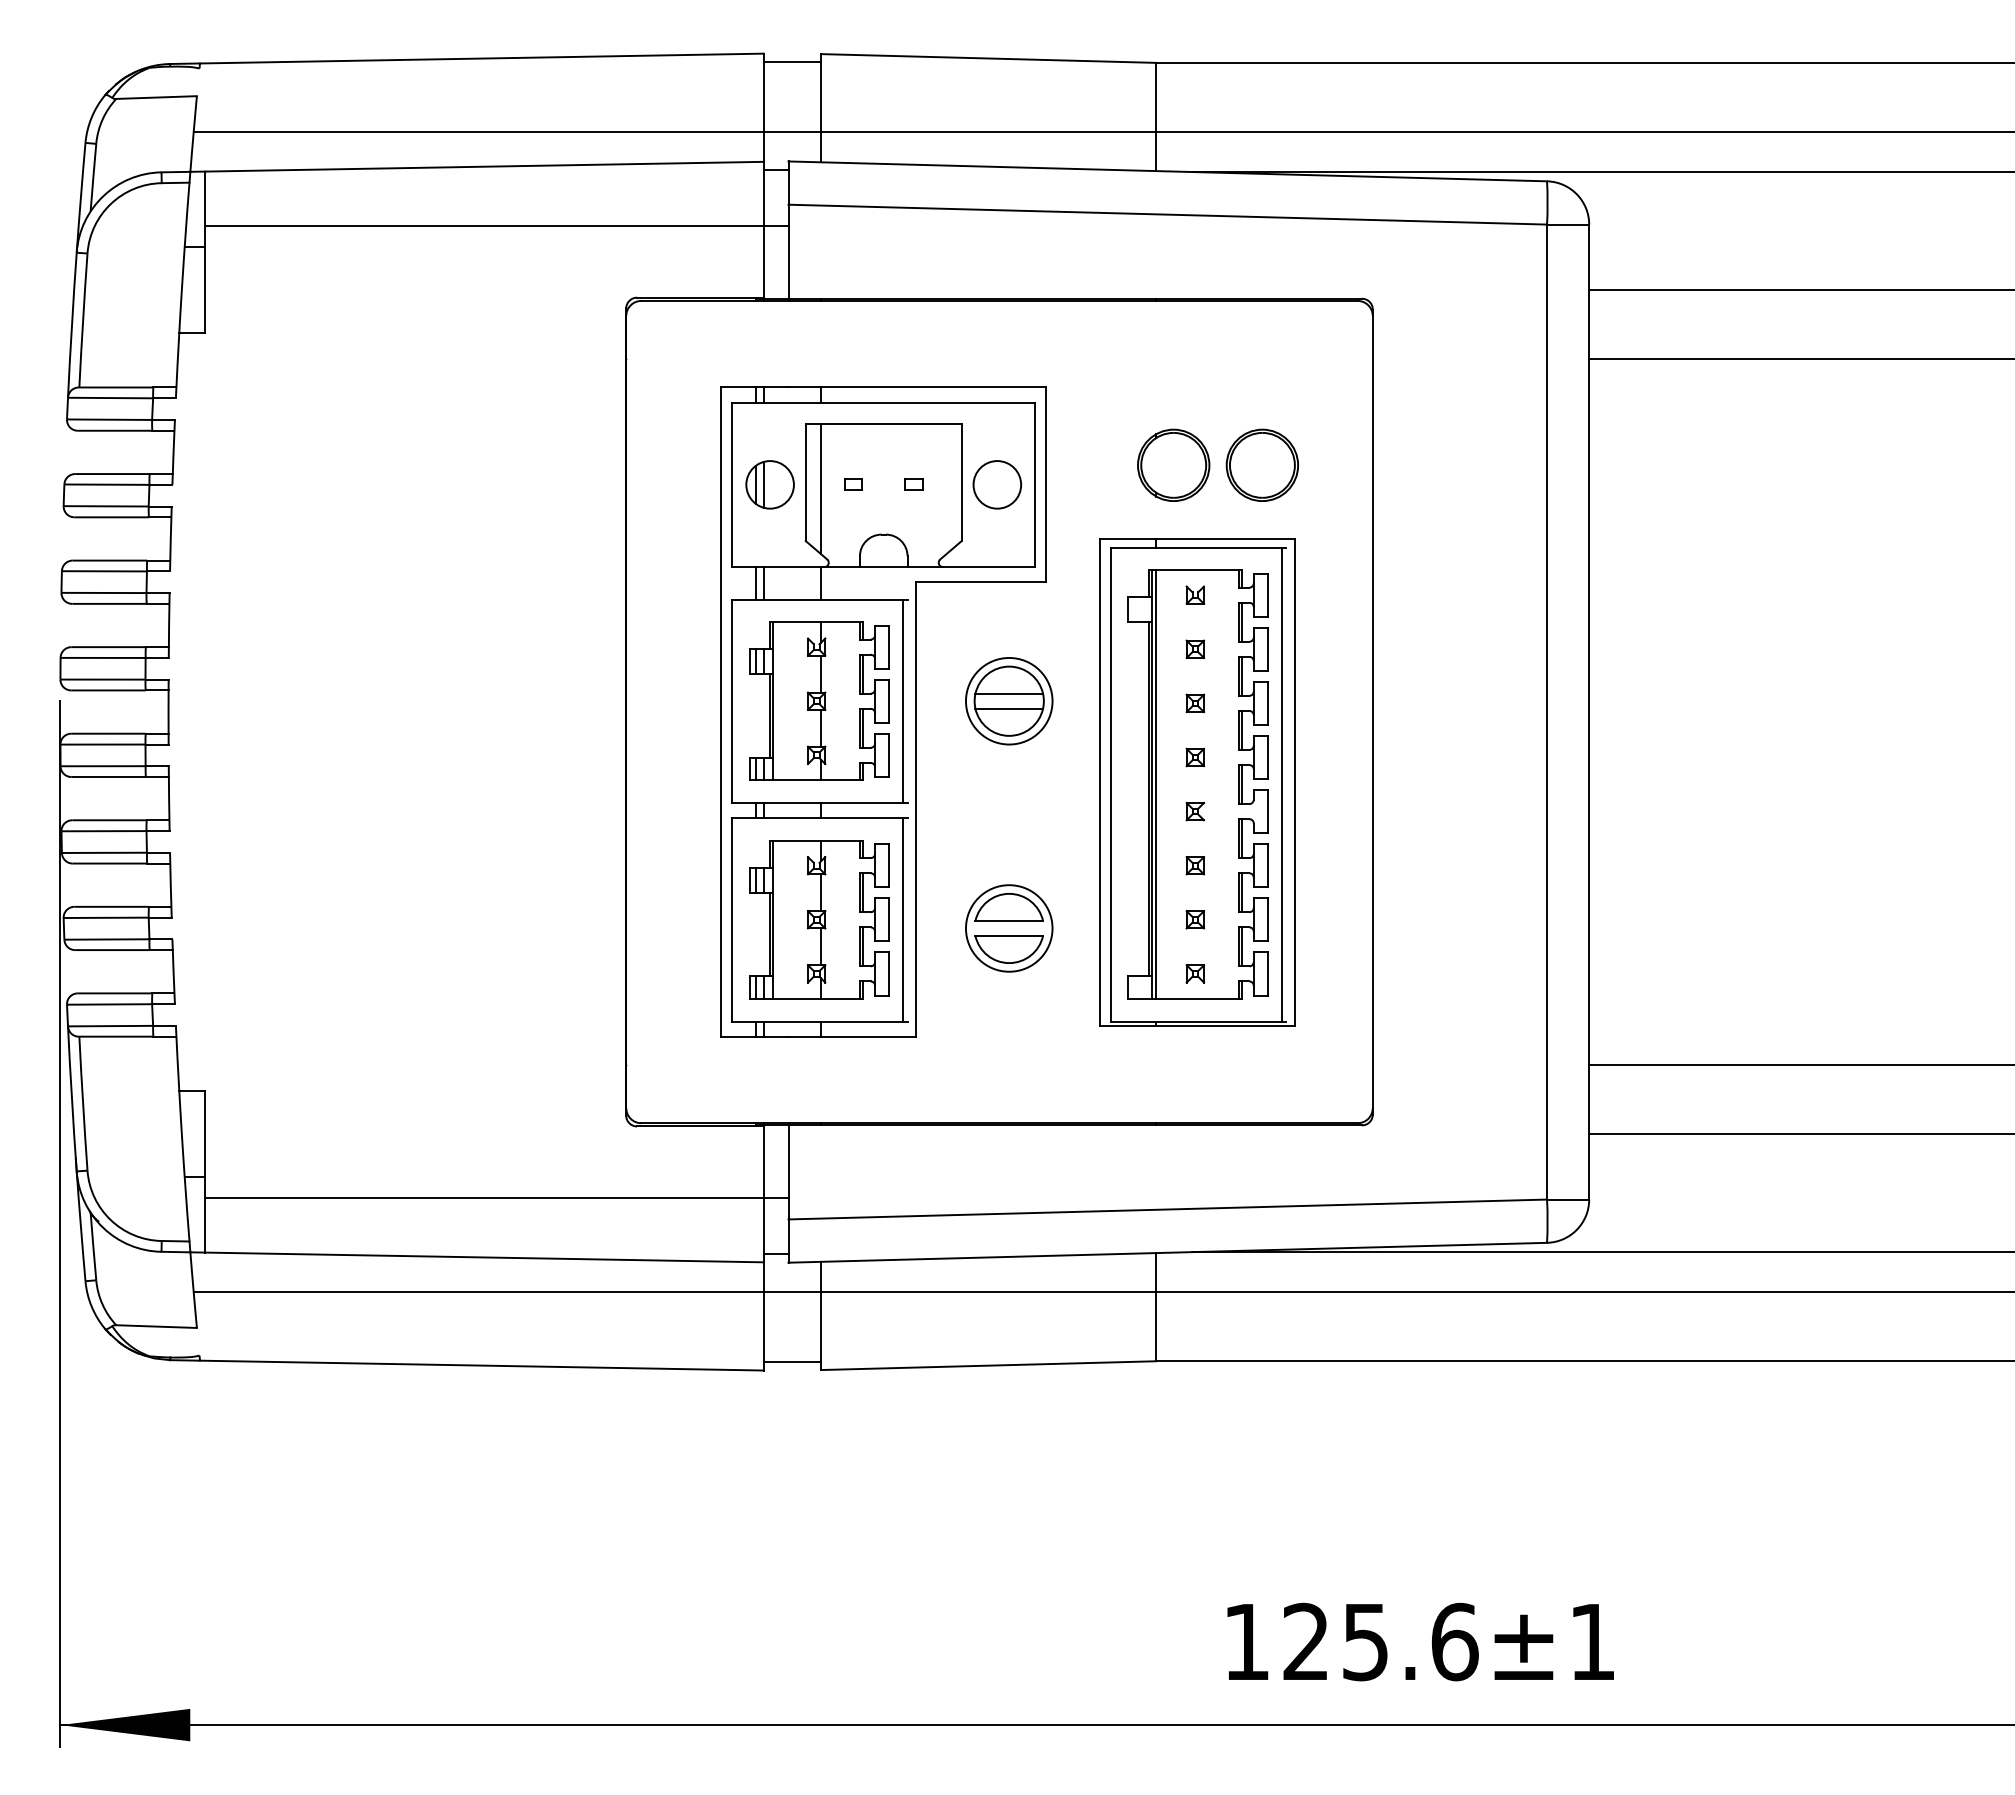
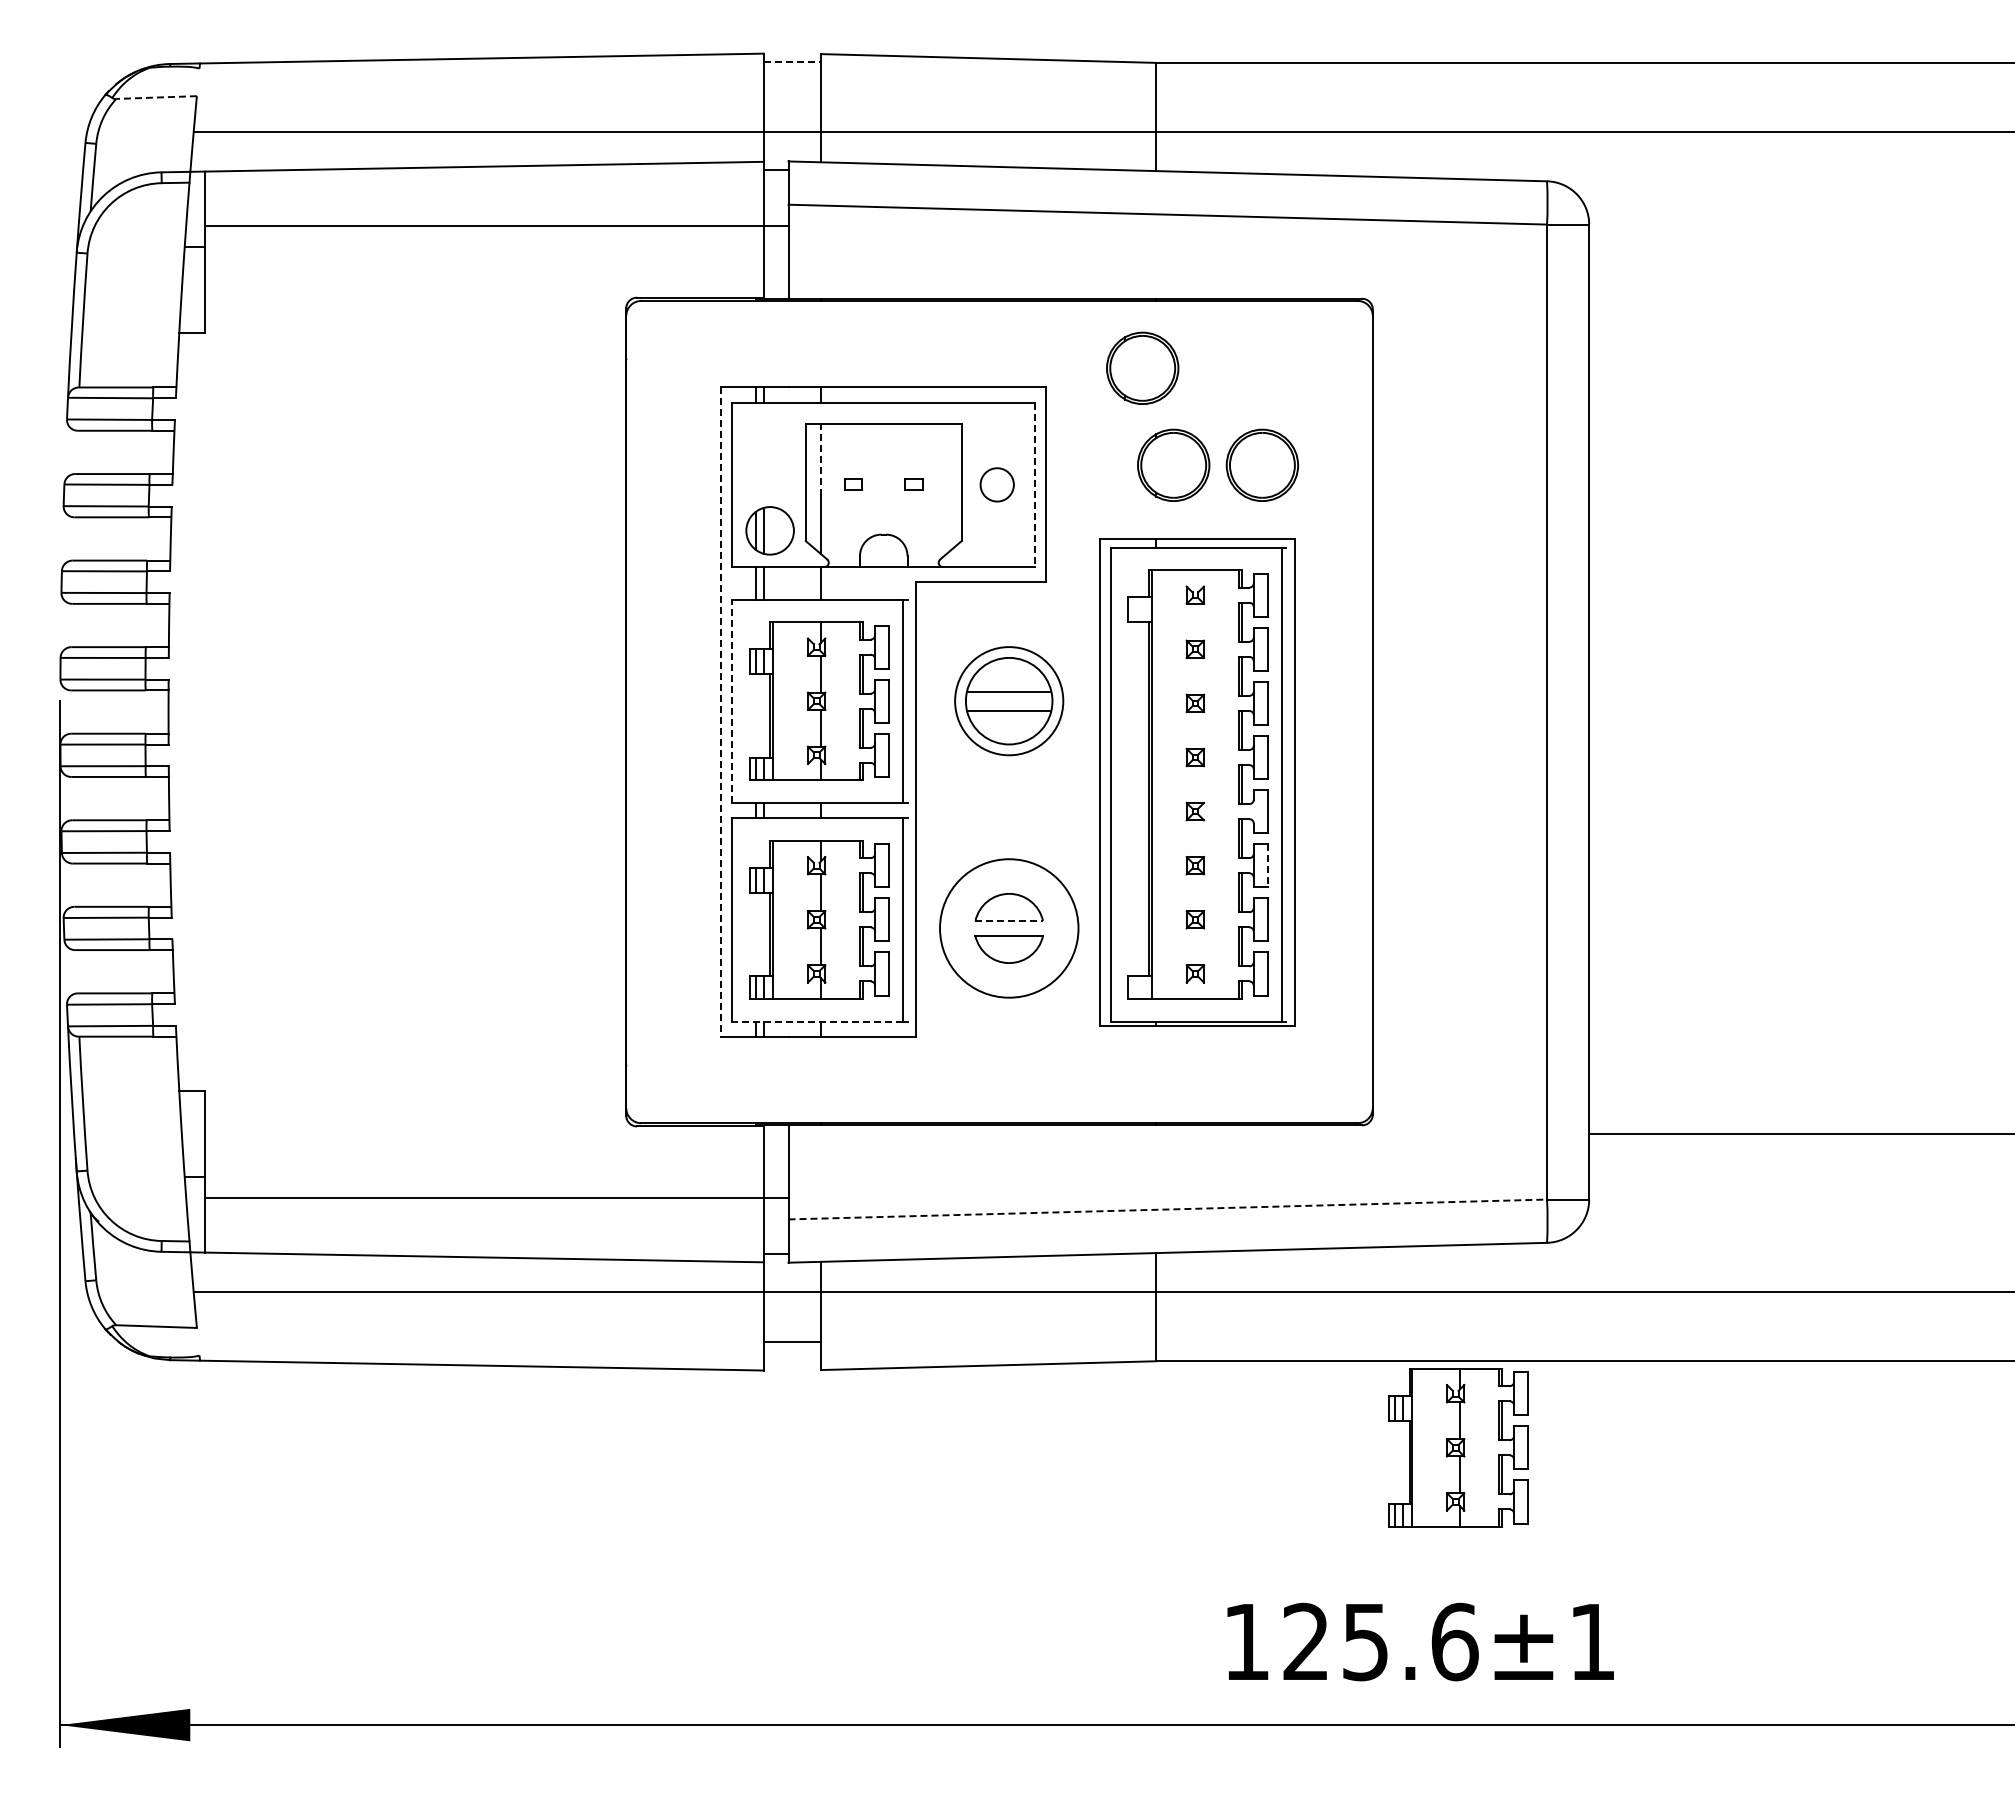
line at (792, 61): solid -> dashed
line at (156, 97): solid -> dashed
line at (1601, 172): present -> none
line at (1800, 290): present -> none
line at (1800, 359): present -> none
part at (1142, 367): none -> present
line at (821, 459): solid -> dashed
part at (769, 484) position: (769, 484) -> (769, 530)
circle at (996, 484) size: 50x50 px -> 36x36 px
line at (1035, 485): solid -> dashed
line at (732, 701): solid -> dashed
part at (1009, 701) size: 89x89 px -> 111x111 px
line at (721, 712): solid -> dashed
line at (1156, 784): present -> none
line at (1267, 865): solid -> dashed
line at (1009, 920): solid -> dashed
circle at (1008, 928) diameter: 87 px -> 138 px
line at (817, 1021): solid -> dashed
line at (1800, 1064): present -> none
line at (1168, 1209): solid -> dashed
line at (1601, 1252): present -> none
line at (792, 1362) position: (792, 1362) -> (792, 1342)
part at (1458, 1447): none -> present
